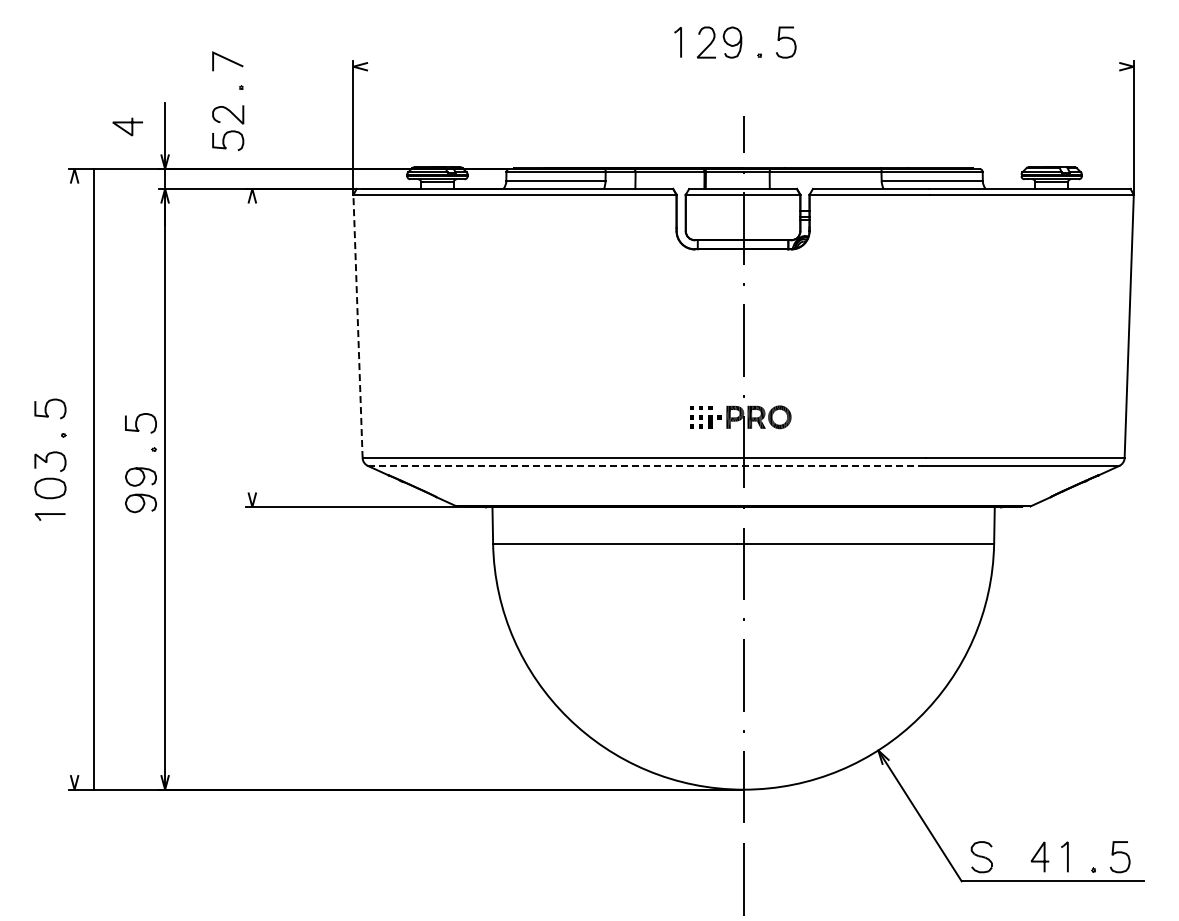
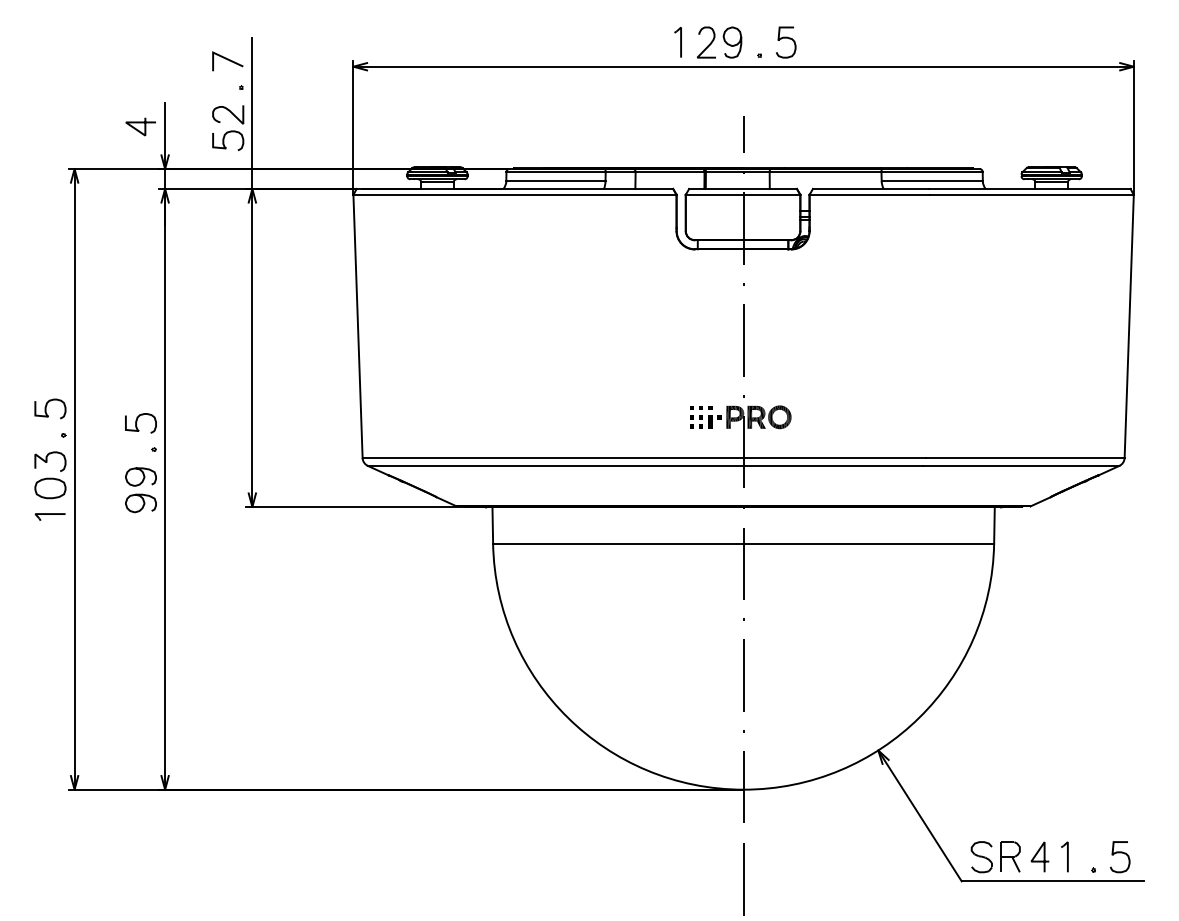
line at (743, 66): none -> present
line at (127, 123) position: (127, 123) -> (140, 123)
line at (252, 272): none -> present
line at (358, 326): dashed -> solid
line at (645, 465): dashed -> solid
line at (93, 479) position: (93, 479) -> (74, 479)
part at (1010, 856): none -> present
